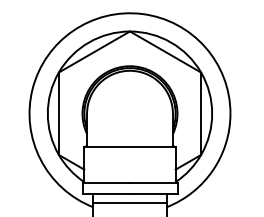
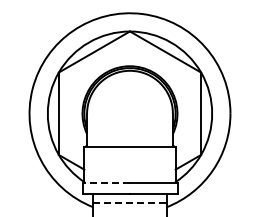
line at (106, 183): solid -> dashed
line at (130, 203): solid -> dashed
